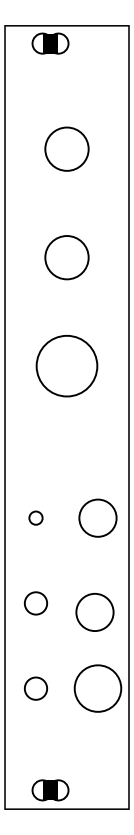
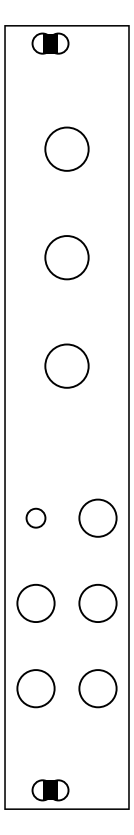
circle at (66, 365) diameter: 61 px -> 43 px
circle at (35, 517) size: 16x16 px -> 22x22 px
circle at (35, 603) diameter: 22 px -> 37 px
circle at (94, 612) position: (94, 612) -> (97, 603)
circle at (35, 688) diameter: 22 px -> 37 px
circle at (97, 688) size: 50x49 px -> 40x40 px
